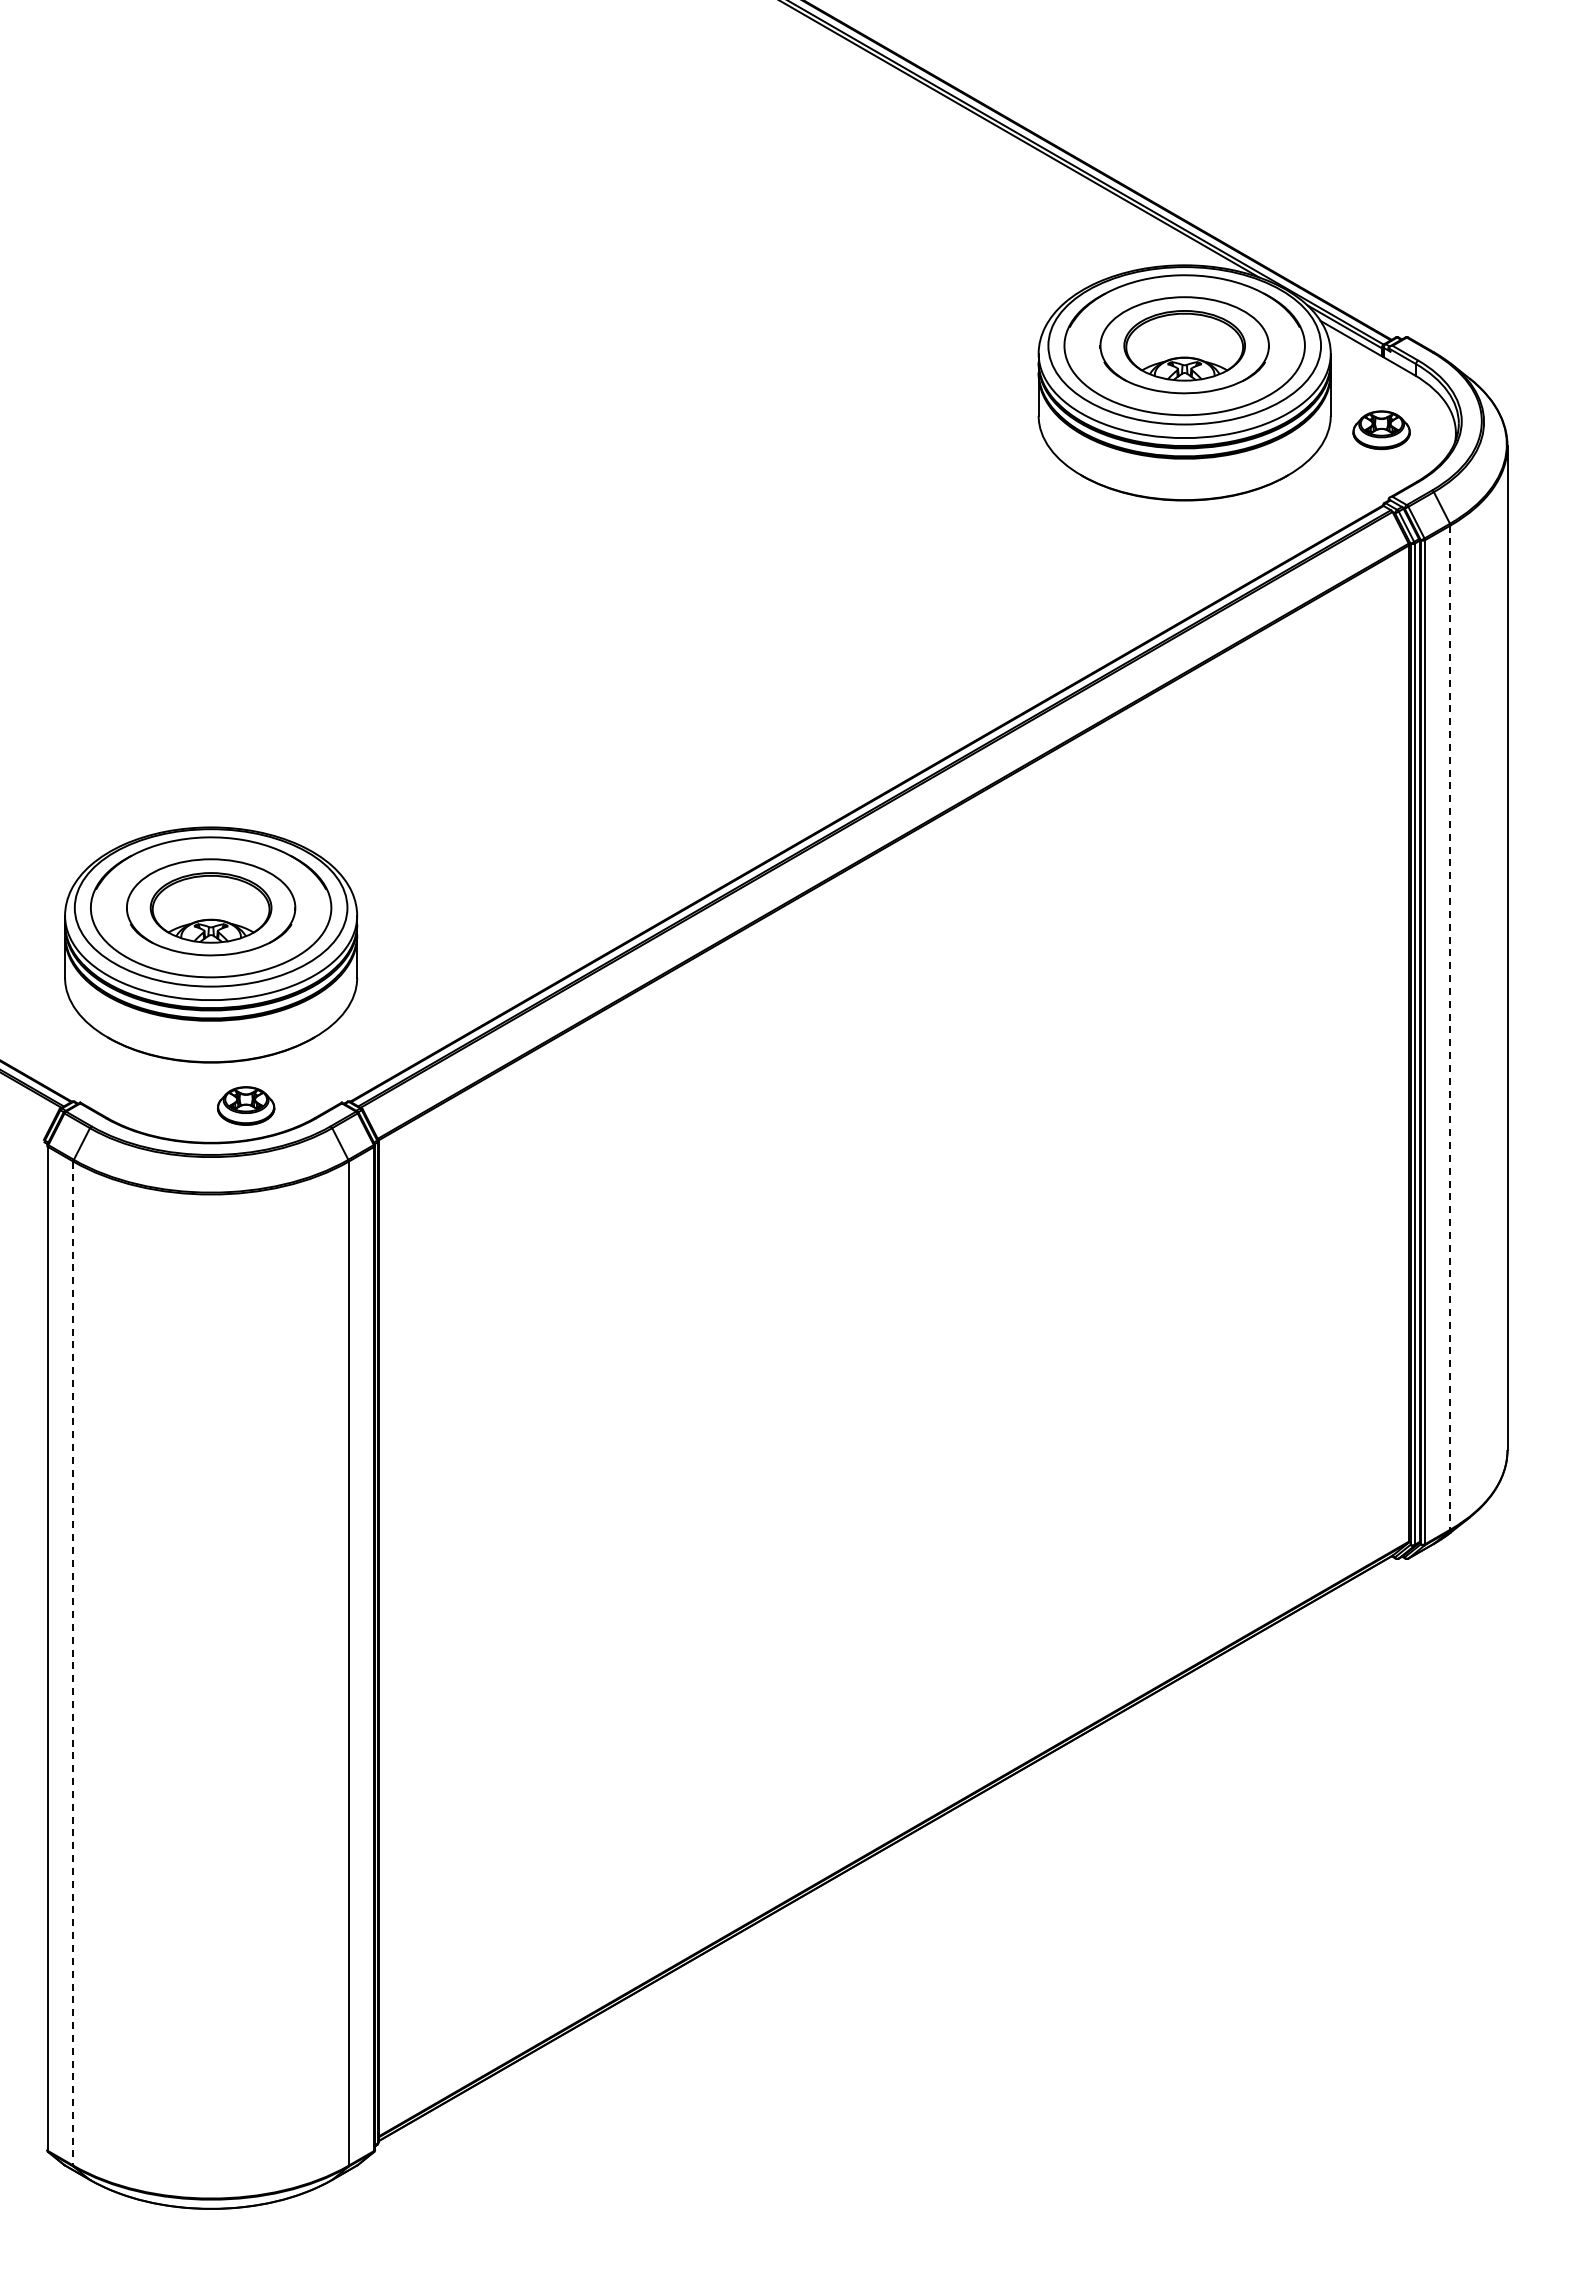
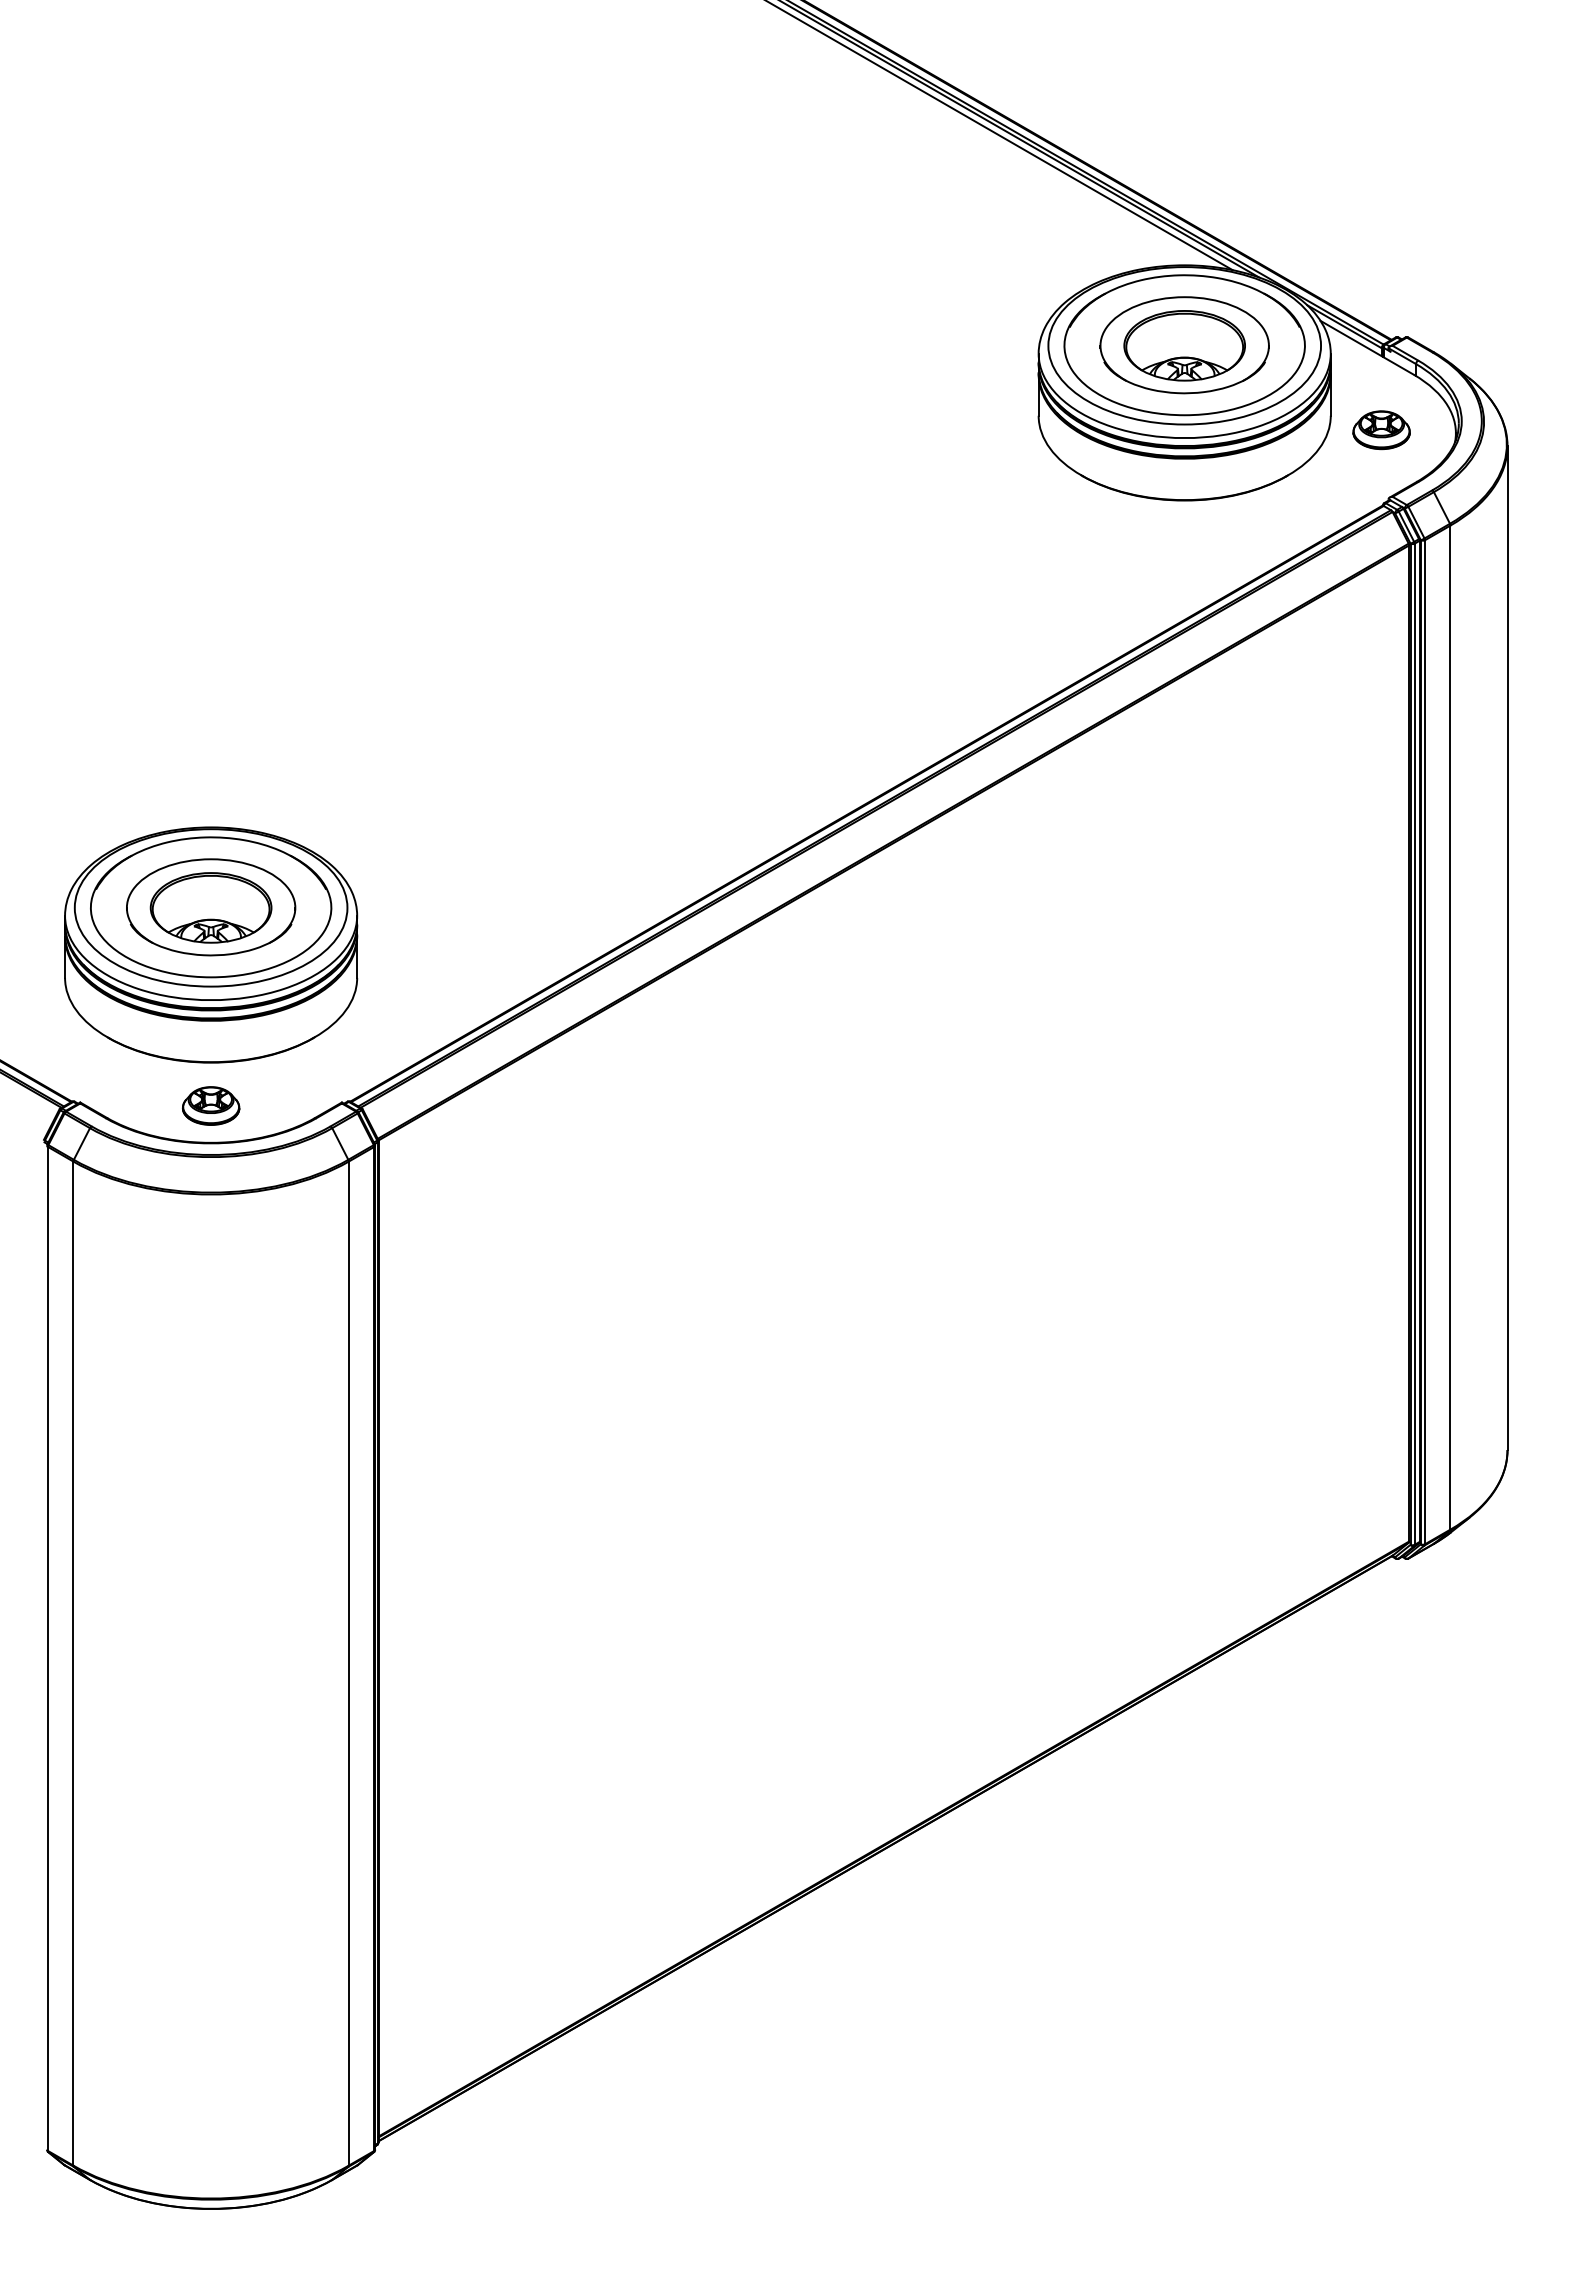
line at (1000, 136): none -> present
line at (1450, 1028): dashed -> solid
part at (245, 1105) position: (245, 1105) -> (210, 1105)
line at (73, 1664): dashed -> solid
